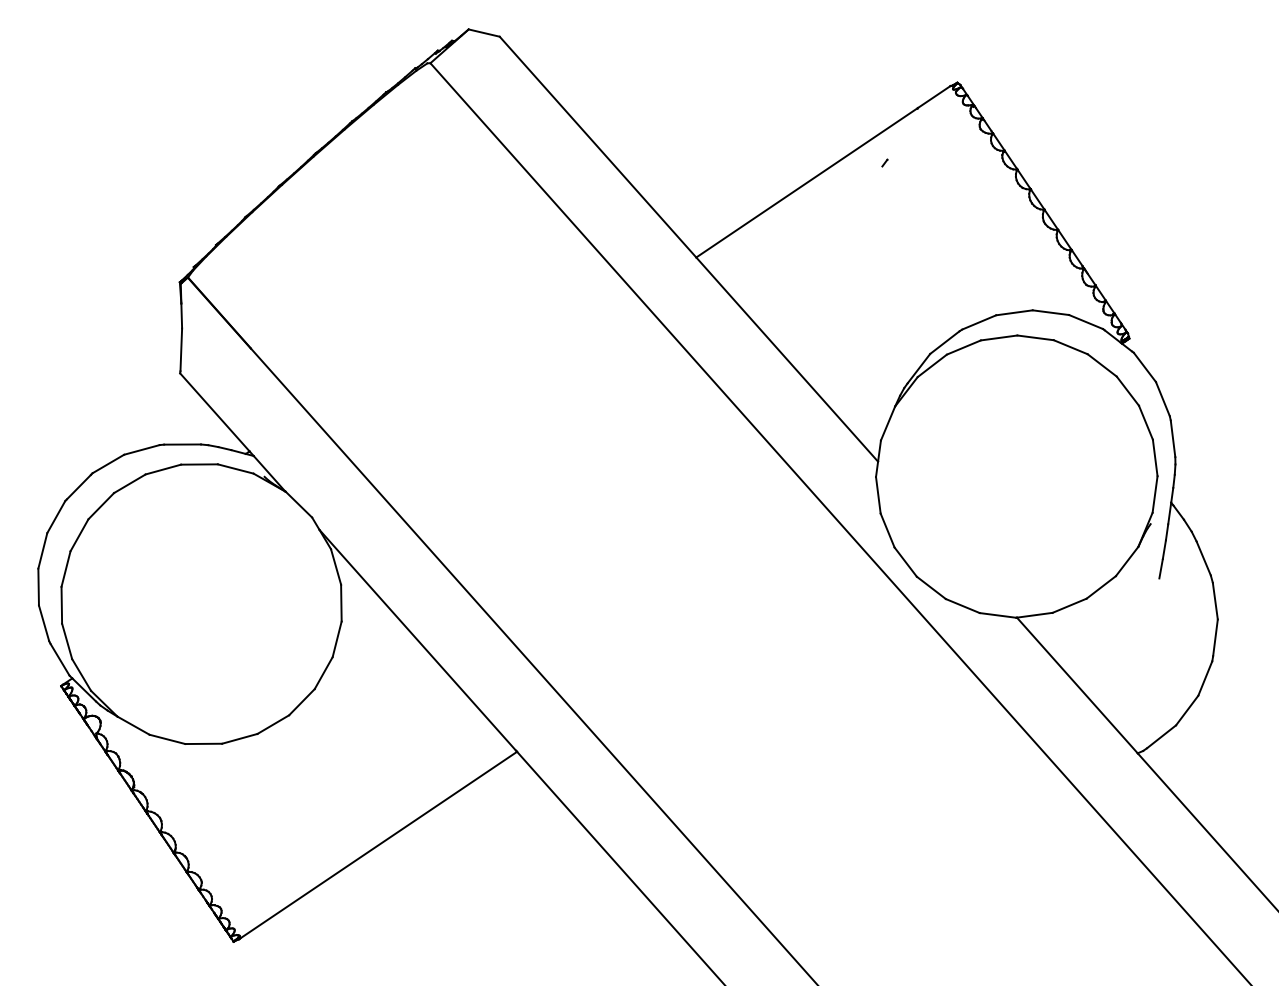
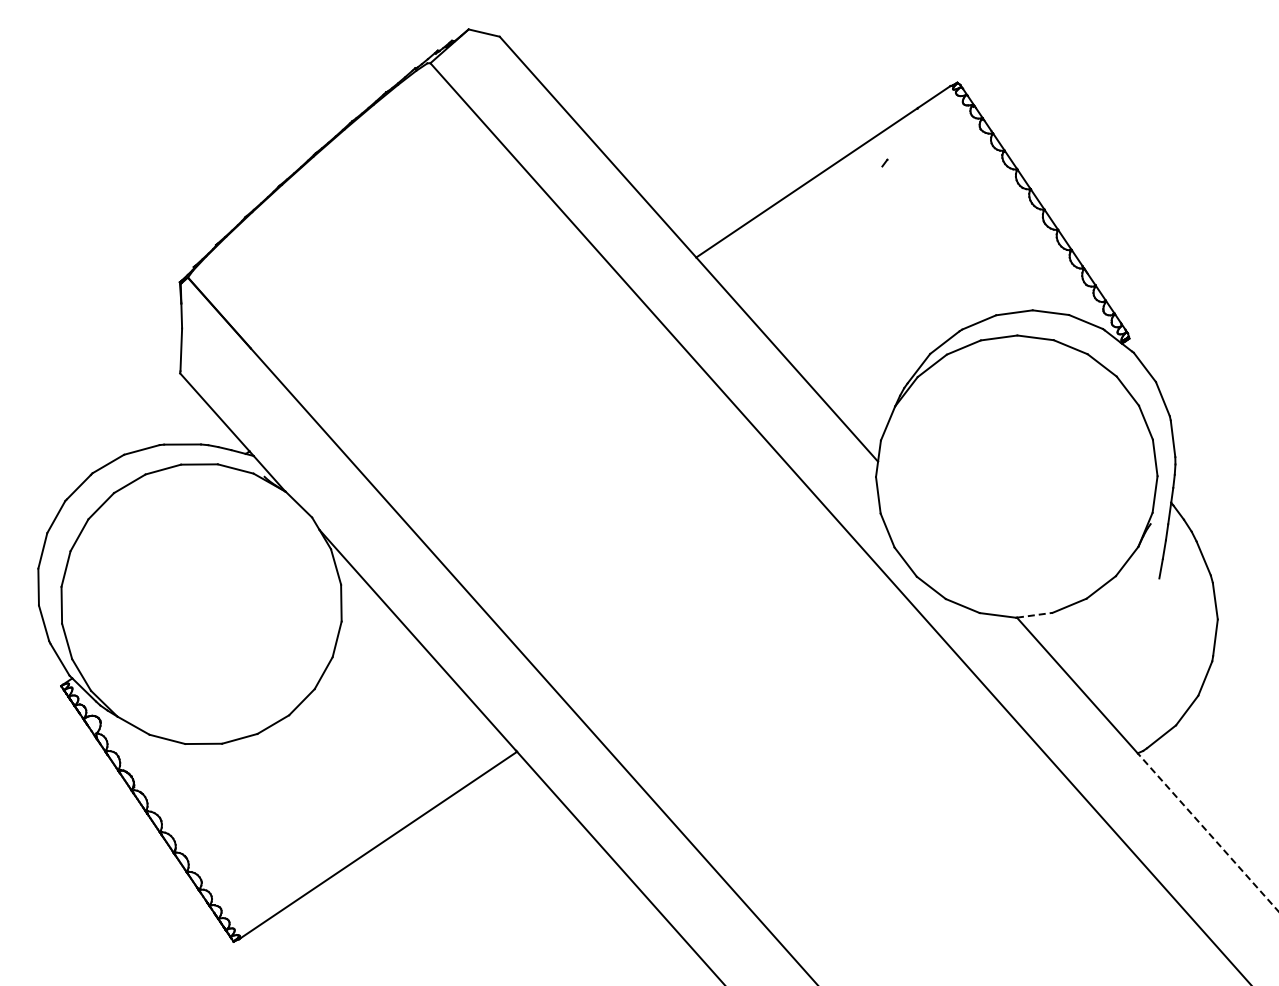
line at (1034, 615): solid -> dashed
line at (1208, 832): solid -> dashed
